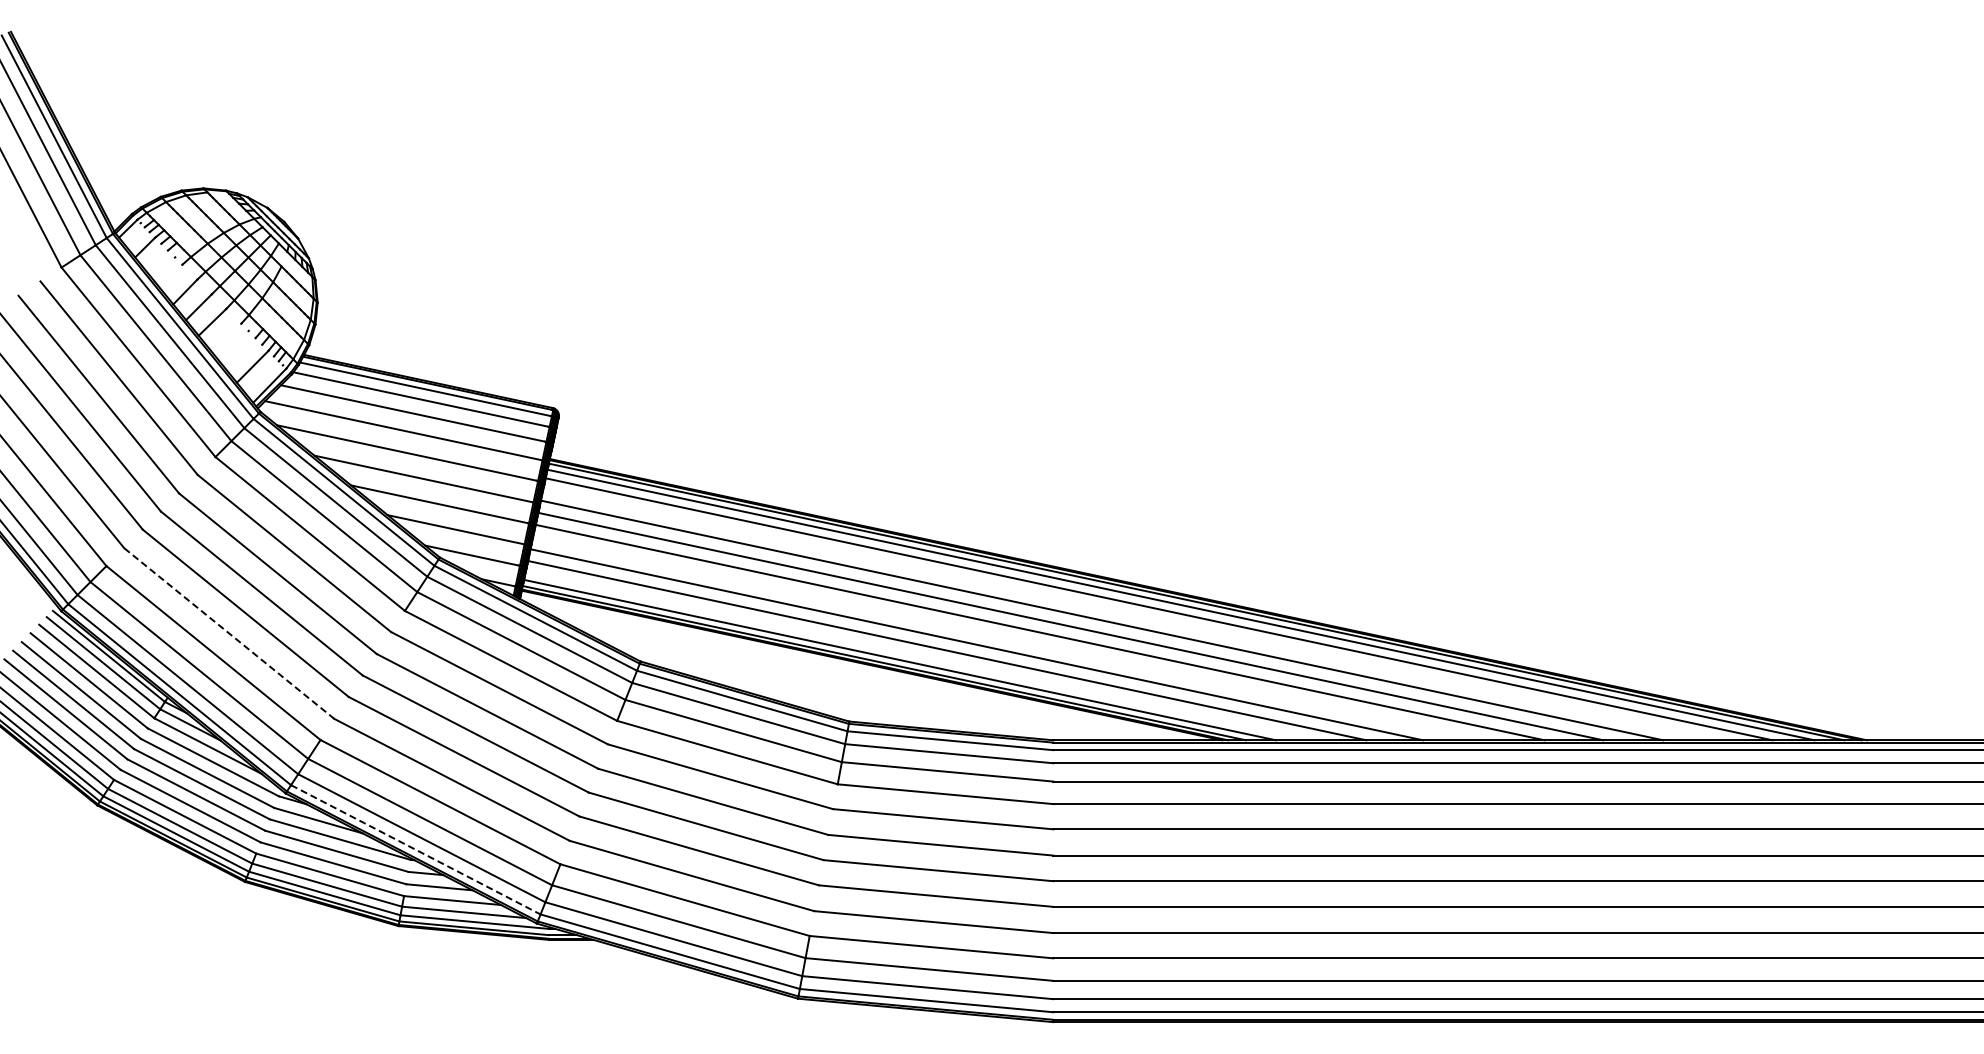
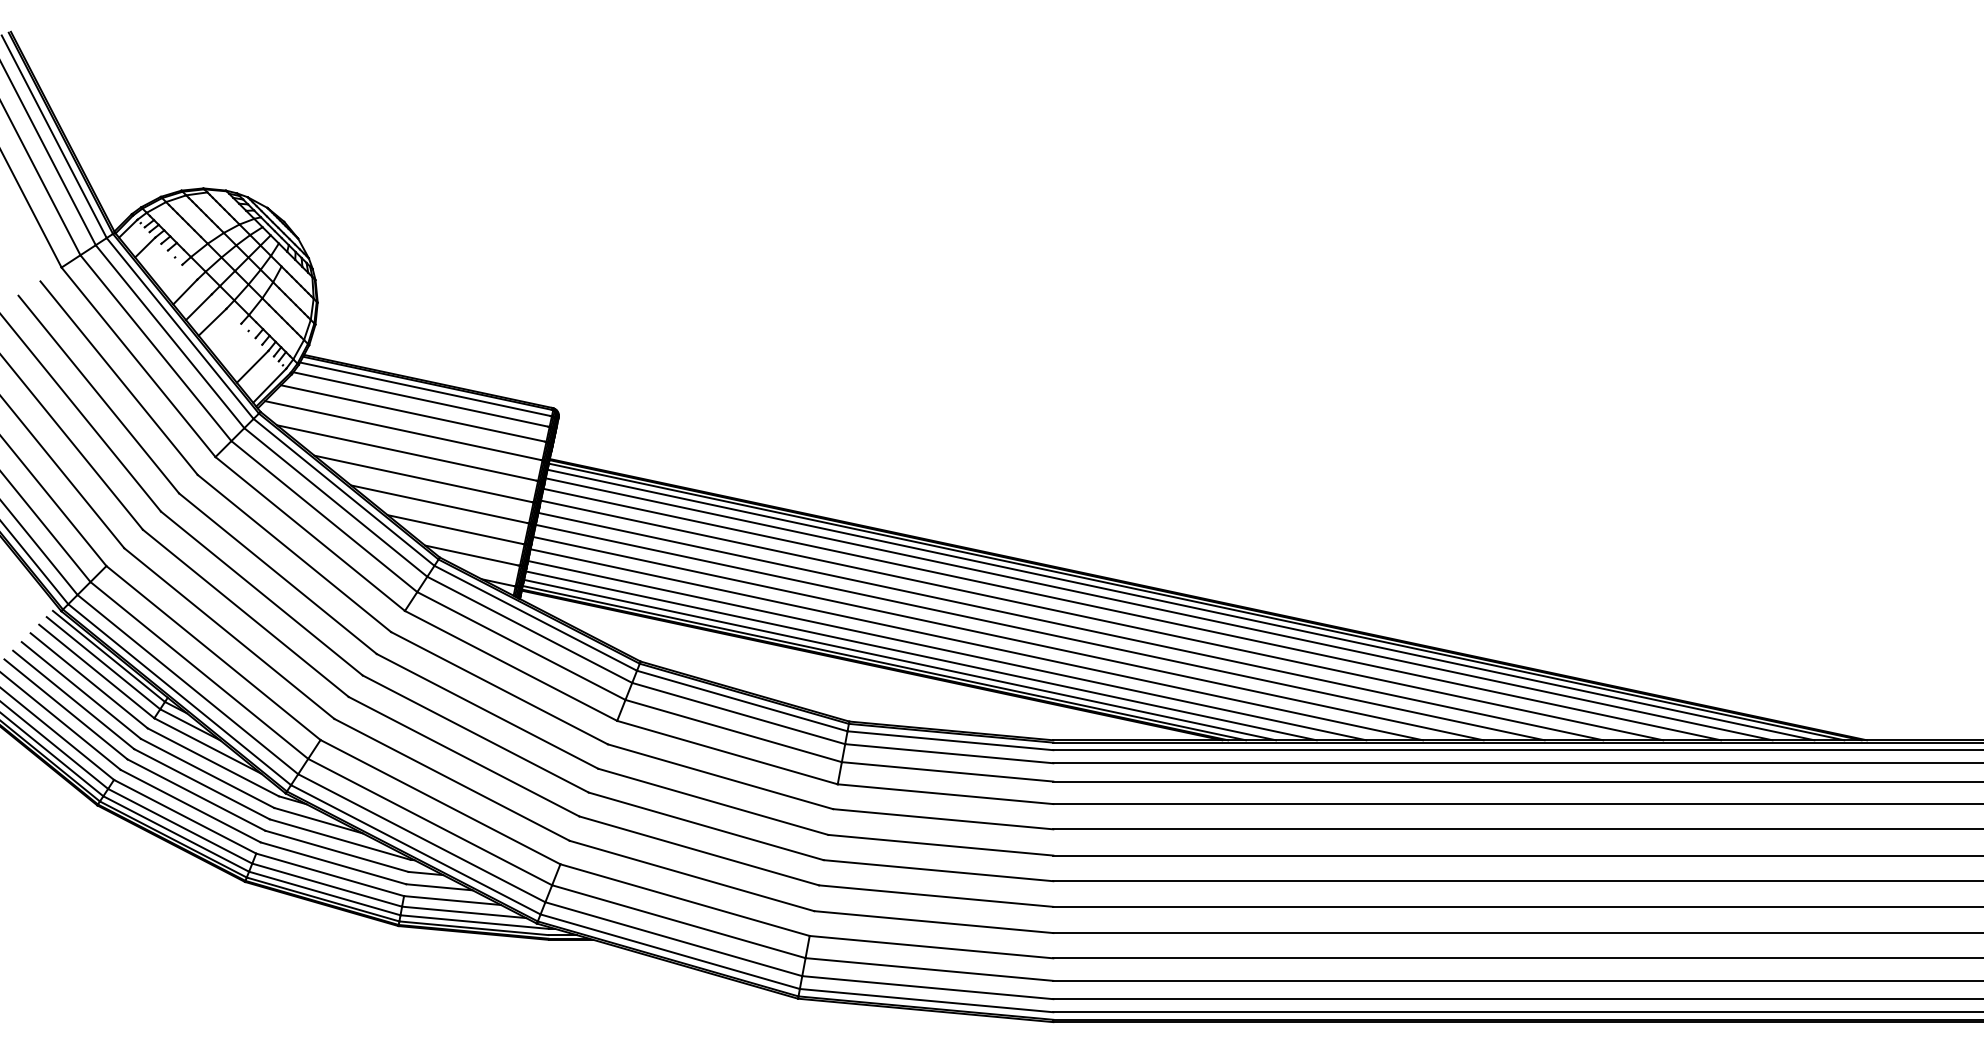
line at (1132, 614): none -> present
line at (229, 633): dashed -> solid
line at (1008, 638): none -> present
line at (920, 655): none -> present
line at (415, 849): dashed -> solid
